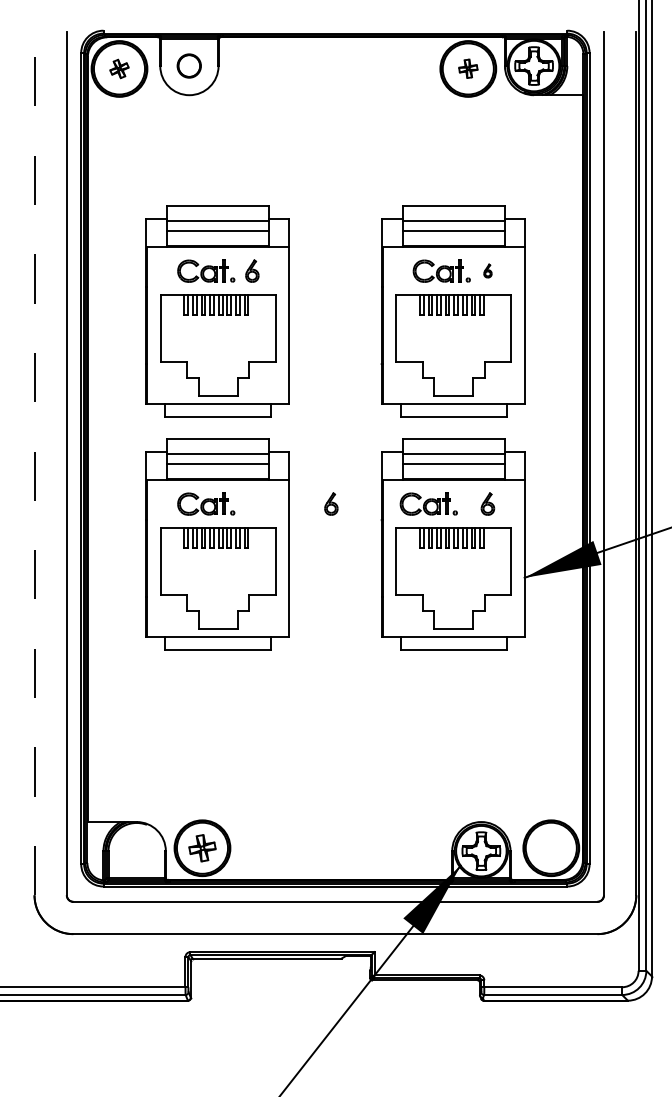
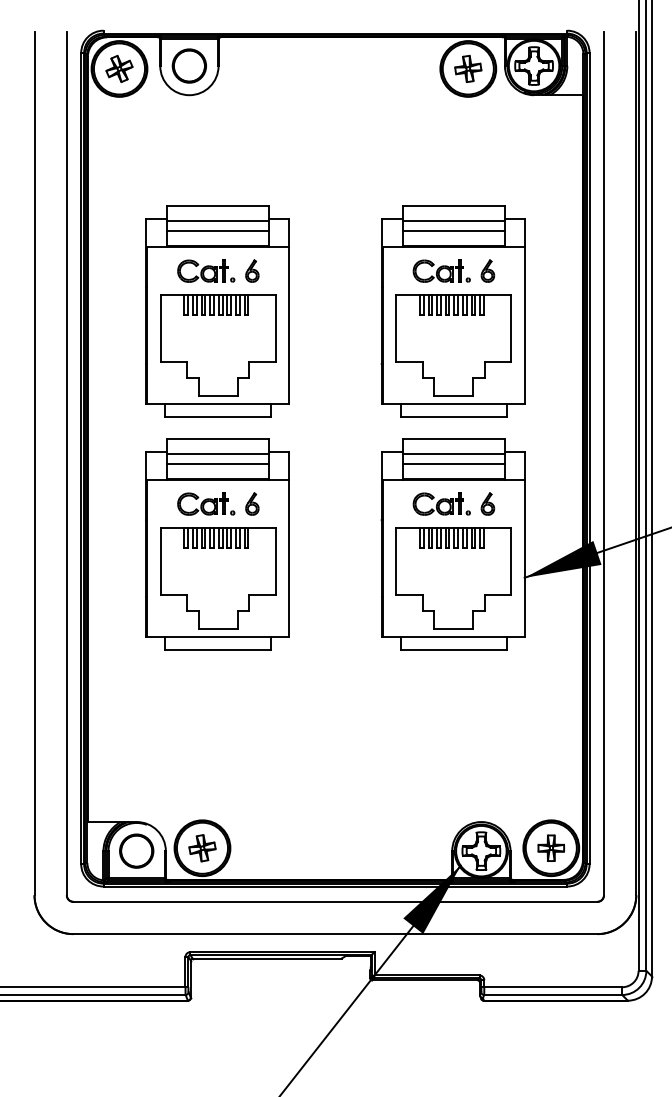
part at (188, 65) size: 26x26 px -> 36x36 px
part at (119, 68) size: 21x22 px -> 29x28 px
part at (468, 68) size: 21x21 px -> 29x29 px
part at (487, 270) size: 10x16 px -> 16x24 px
line at (34, 463): dashed -> solid
part at (331, 503) position: (331, 503) -> (252, 503)
part at (428, 503) position: (428, 503) -> (441, 503)
part at (551, 847): none -> present
circle at (136, 850): none -> present
